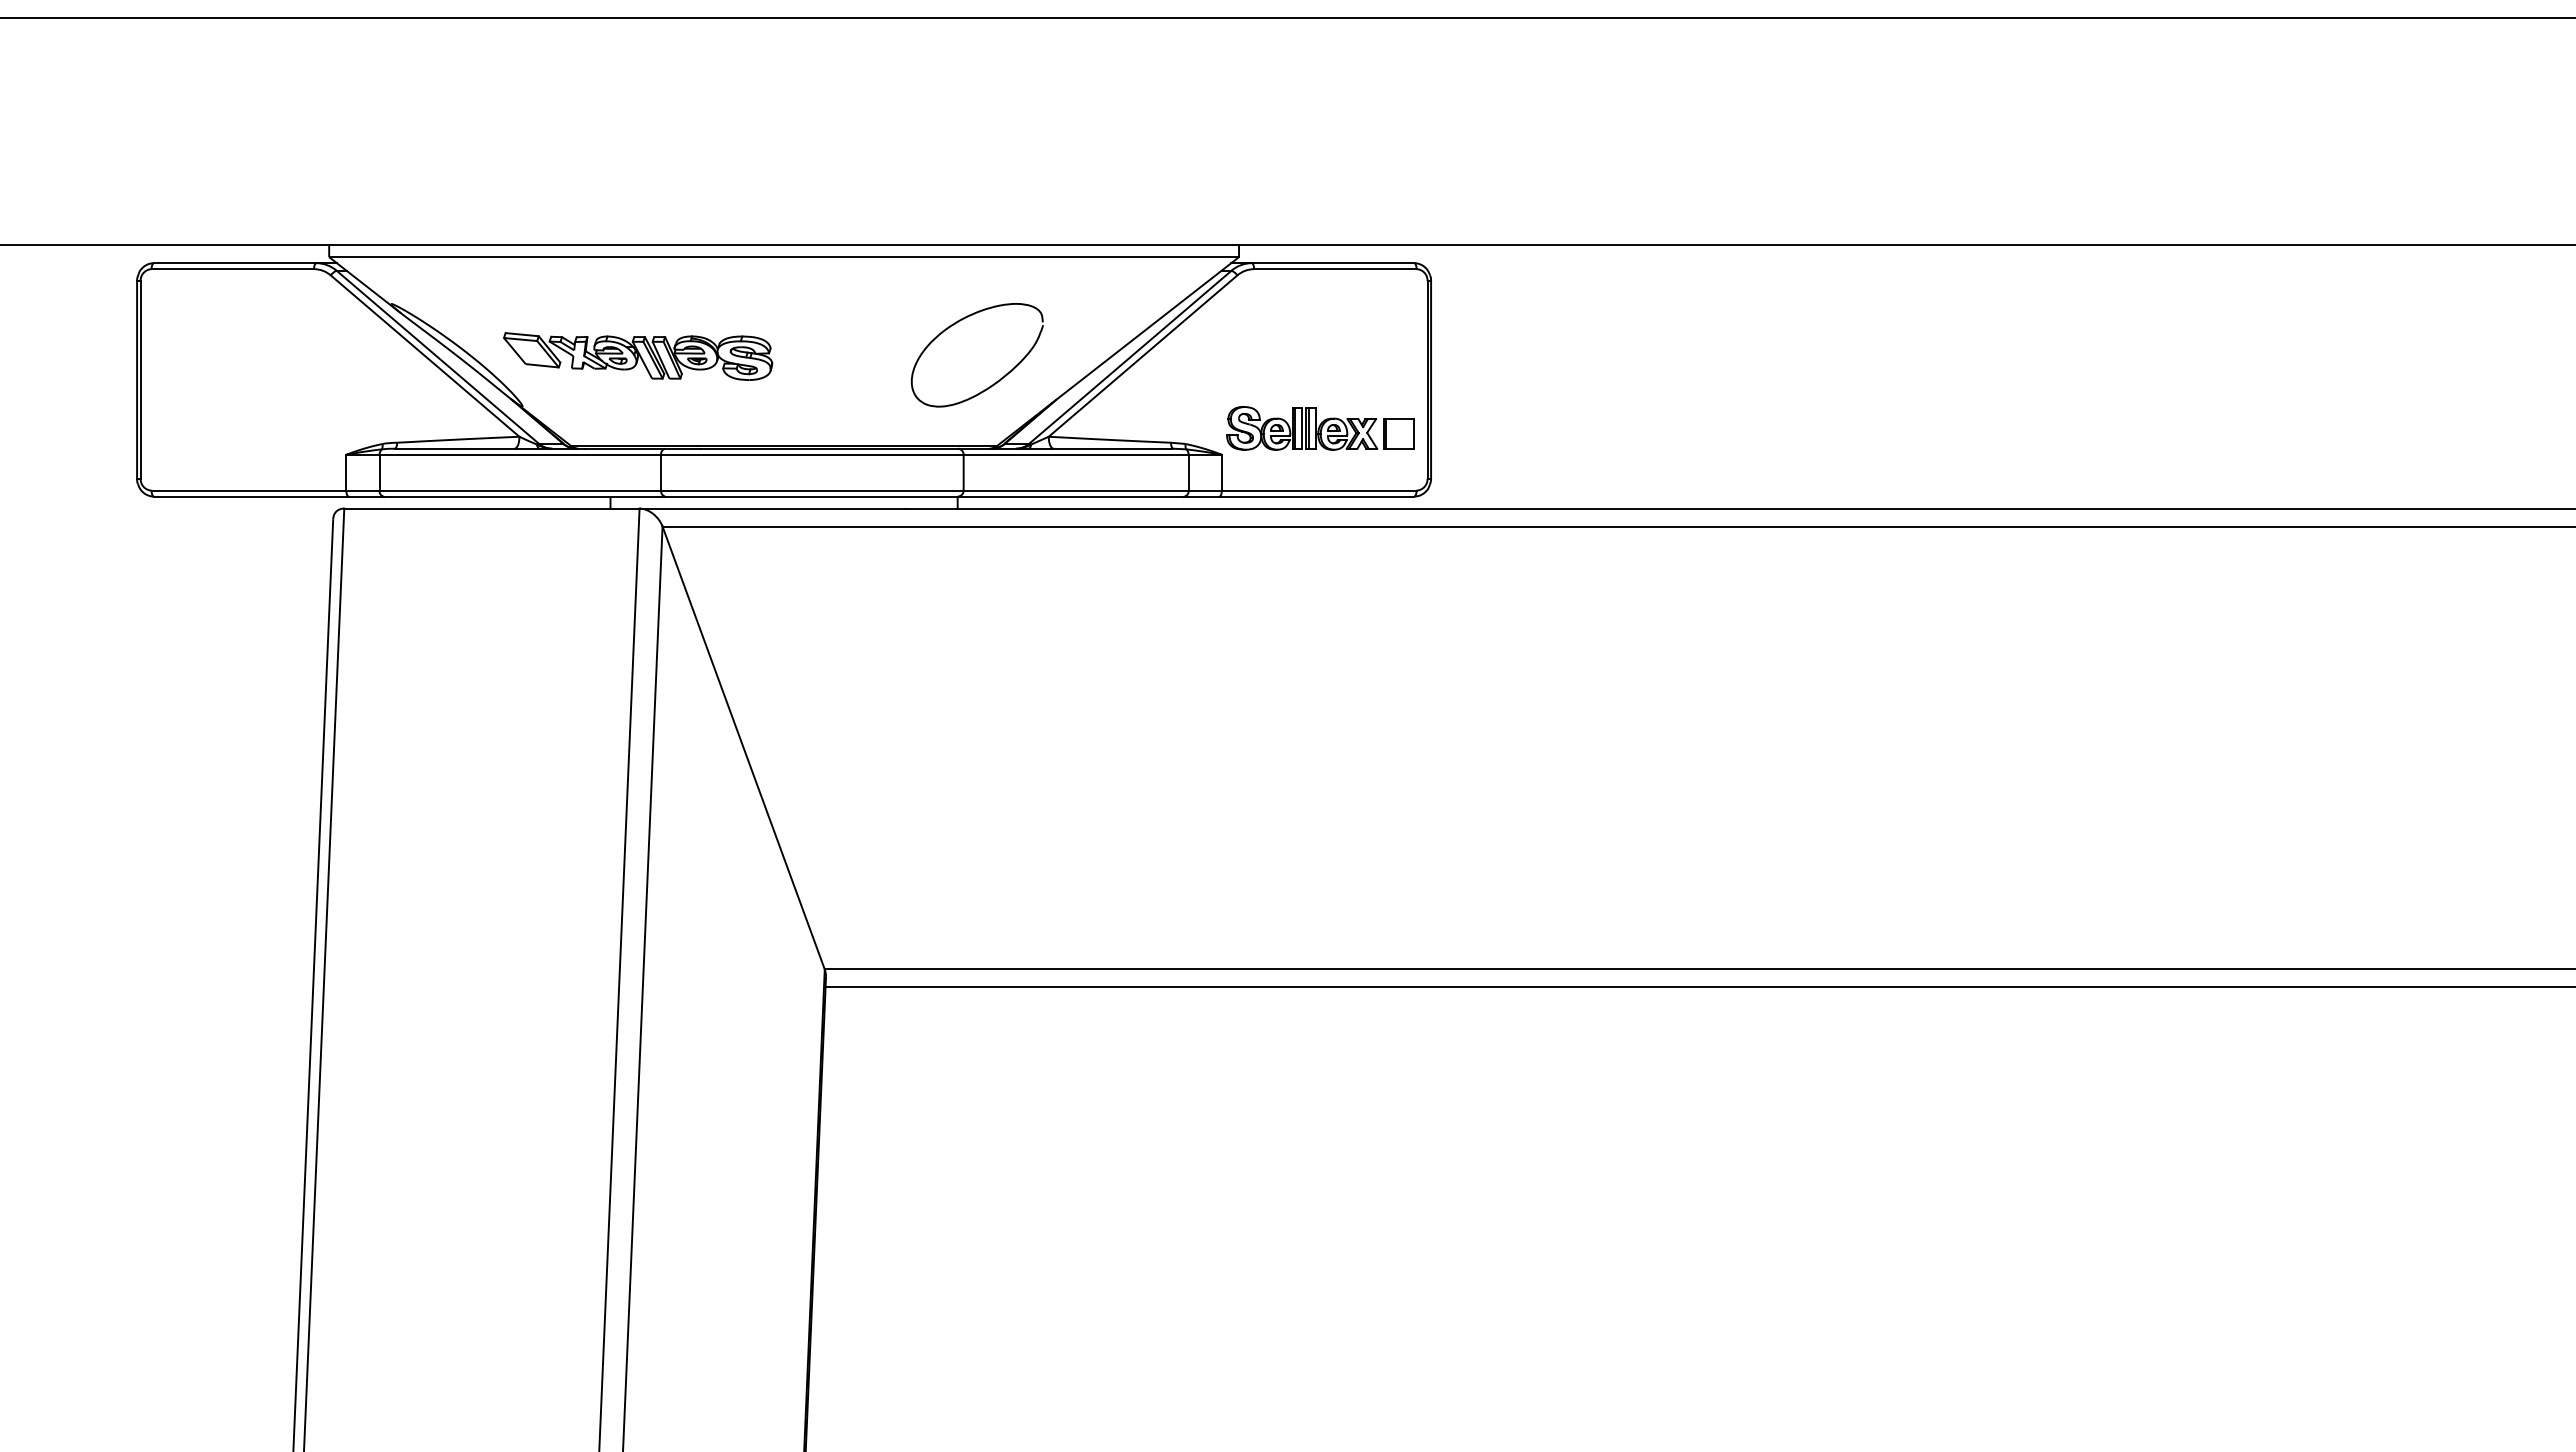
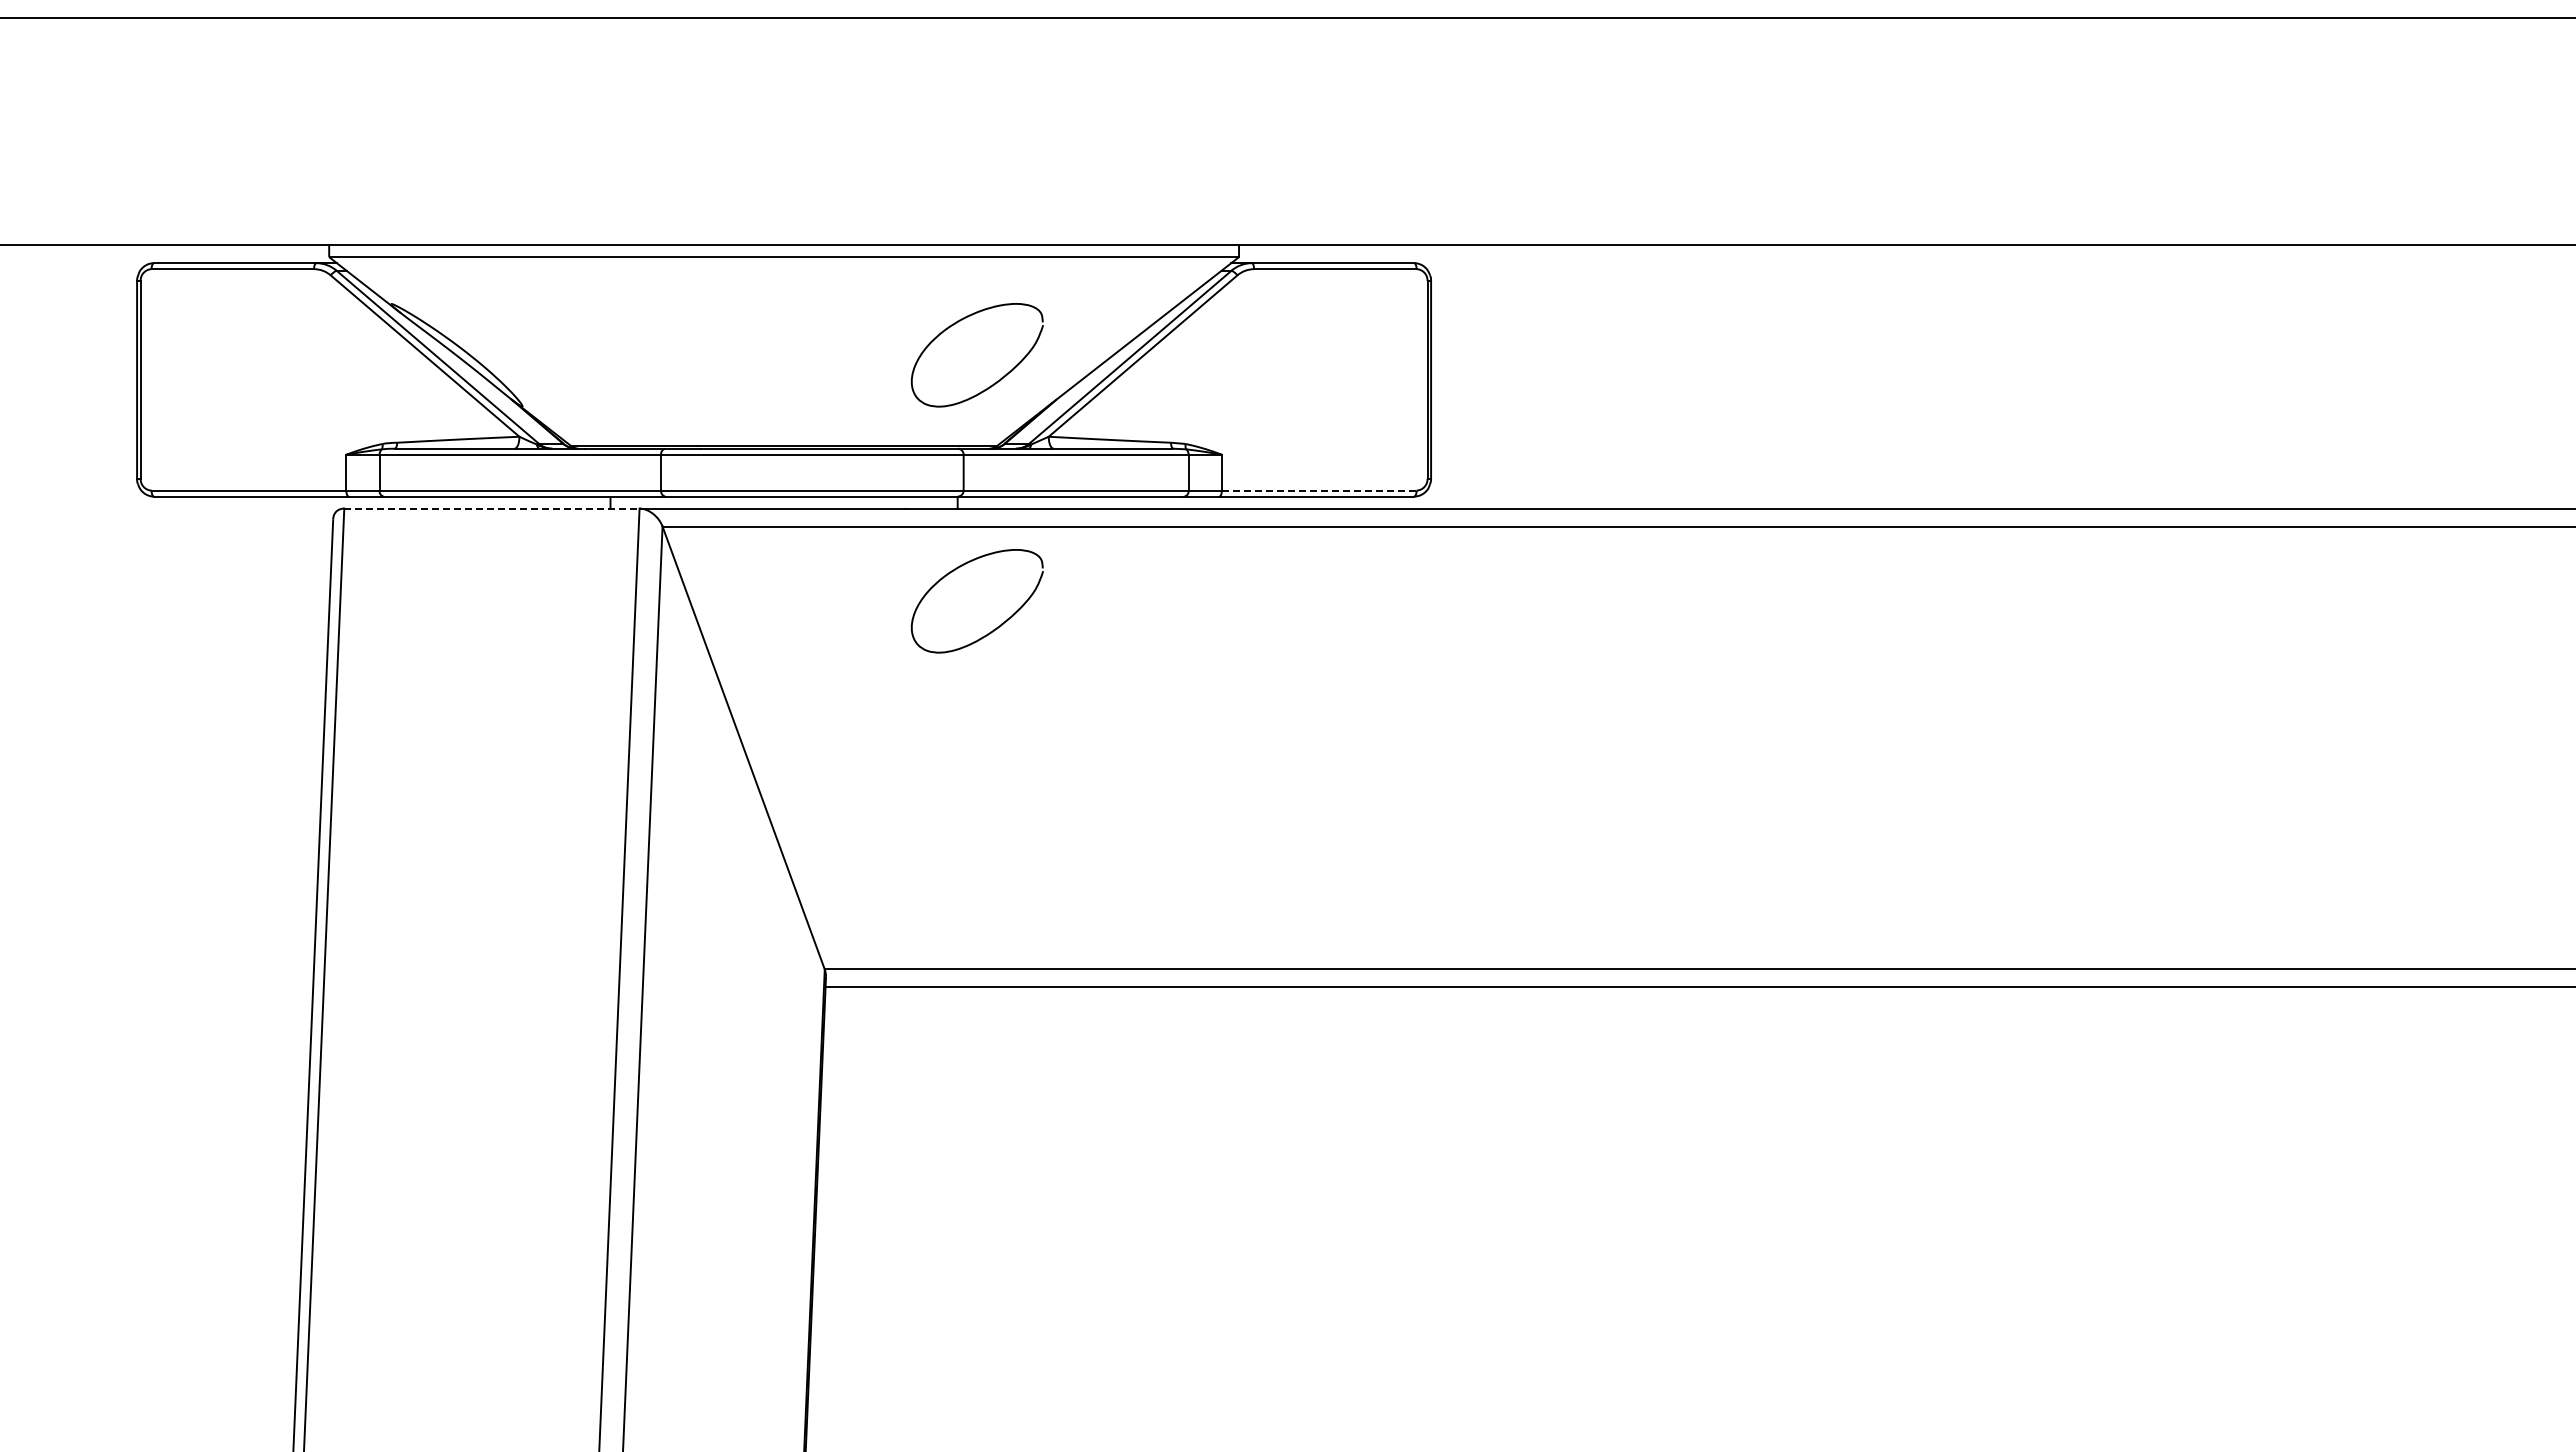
part at (638, 356): present -> none
part at (1320, 428): present -> none
line at (1319, 490): solid -> dashed
line at (491, 508): solid -> dashed
curve at (997, 626): none -> present
